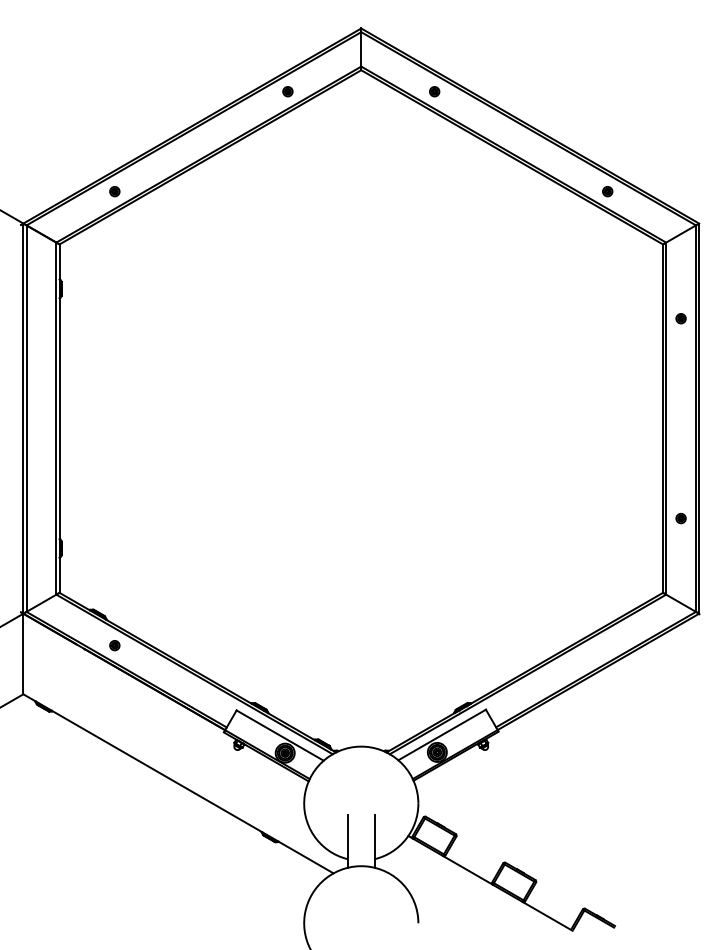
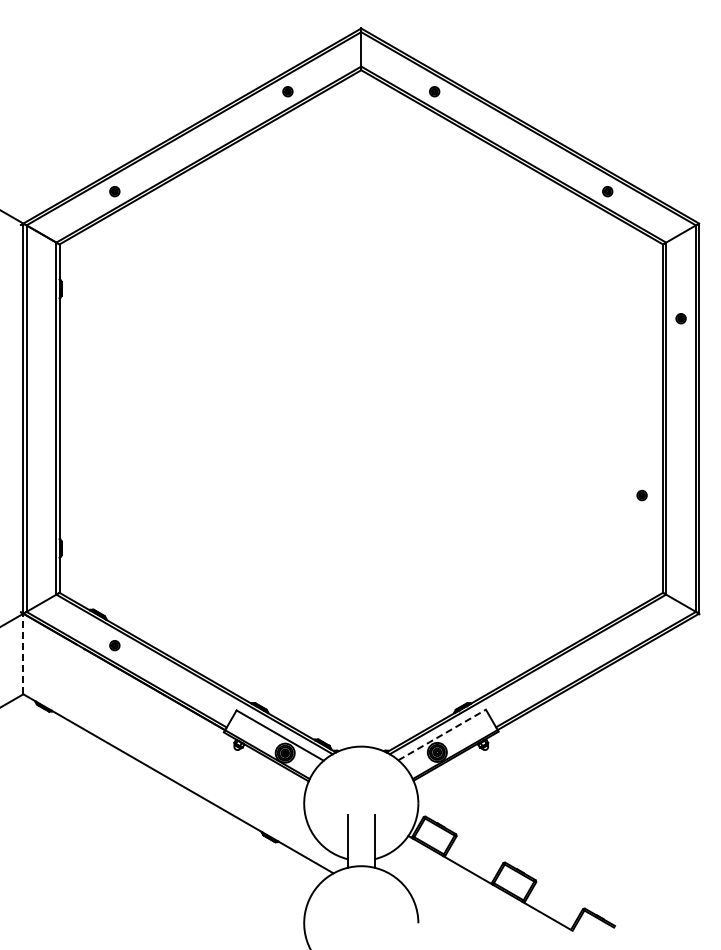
part at (680, 518) position: (680, 518) -> (641, 495)
line at (23, 653): solid -> dashed
line at (442, 735): solid -> dashed
